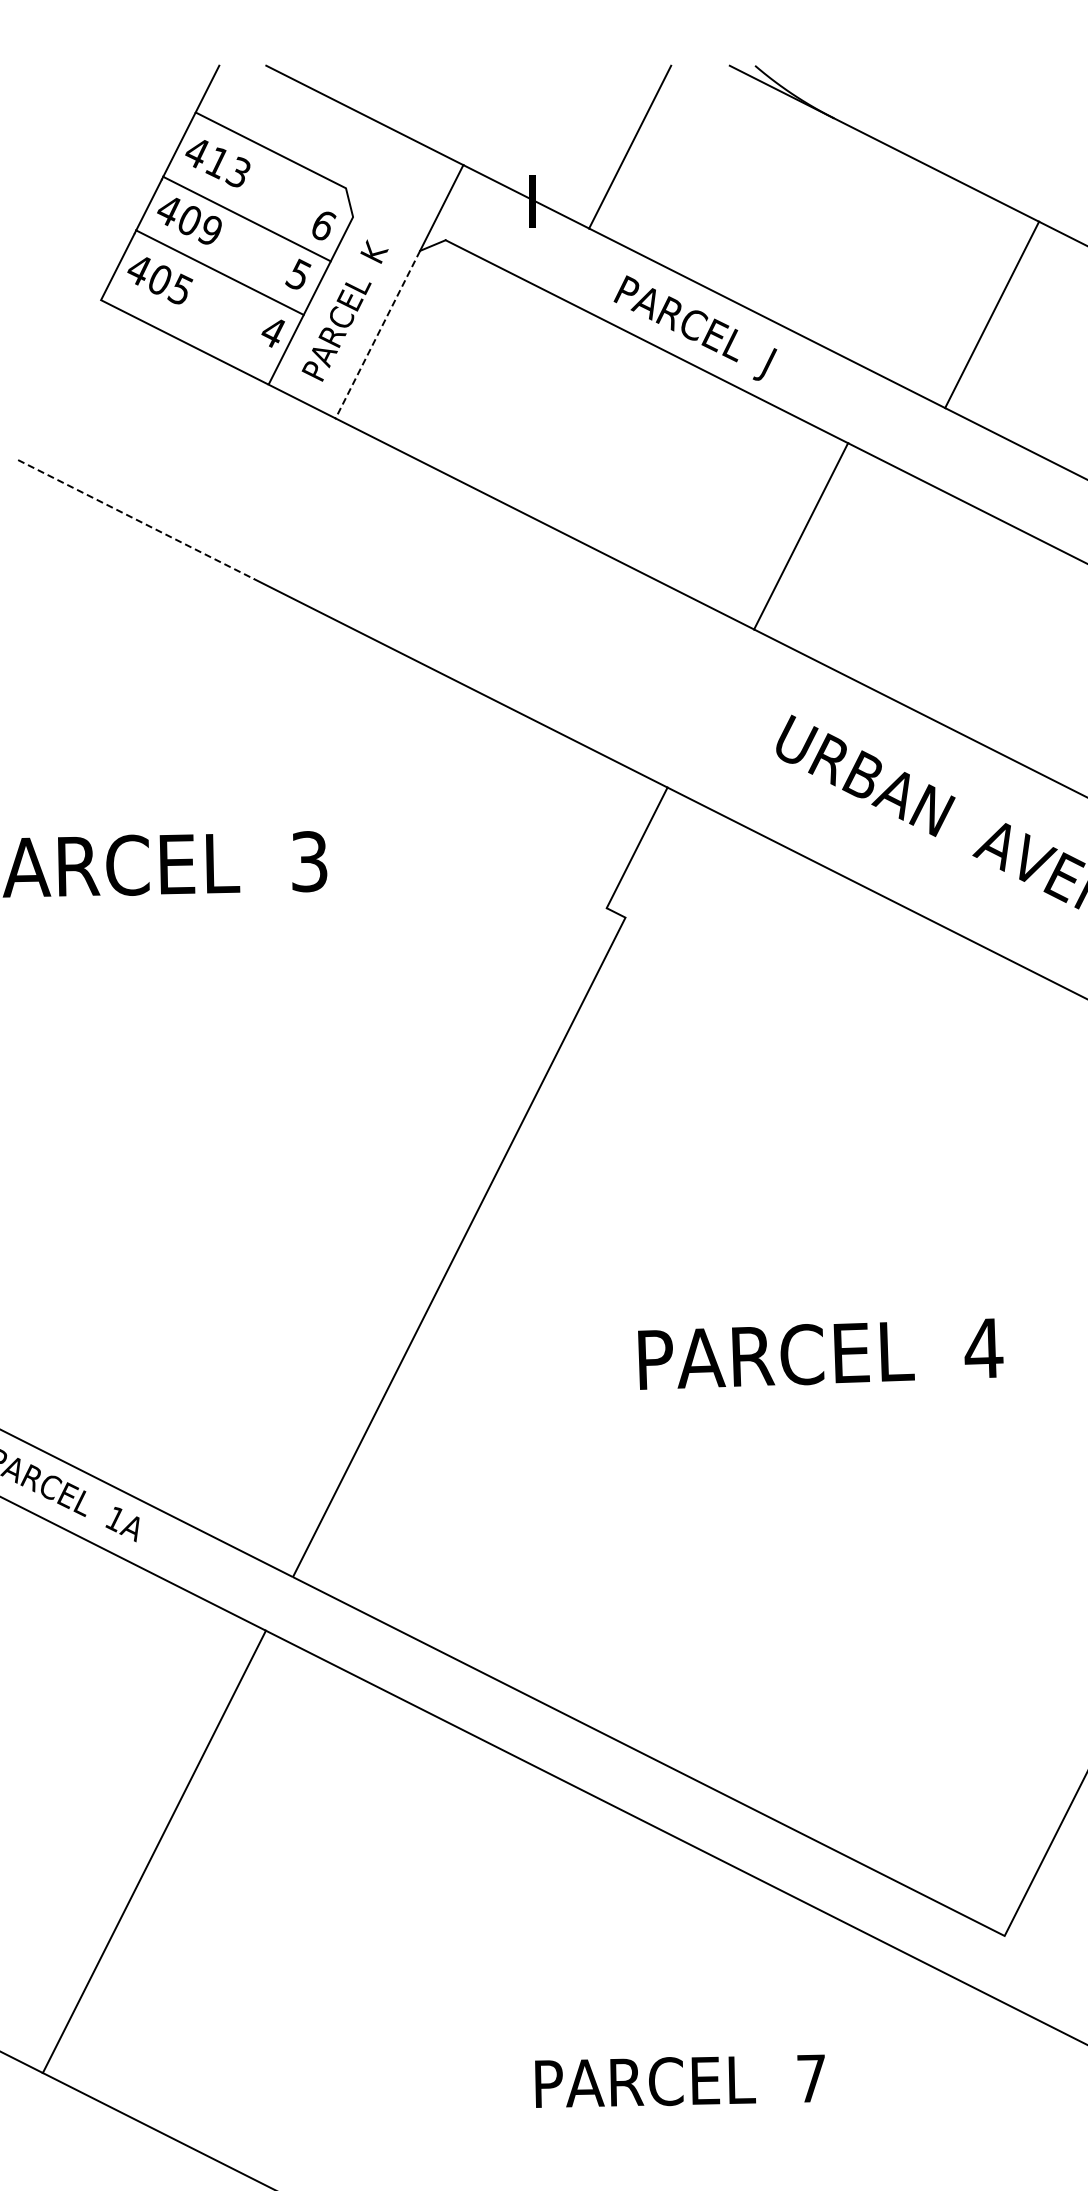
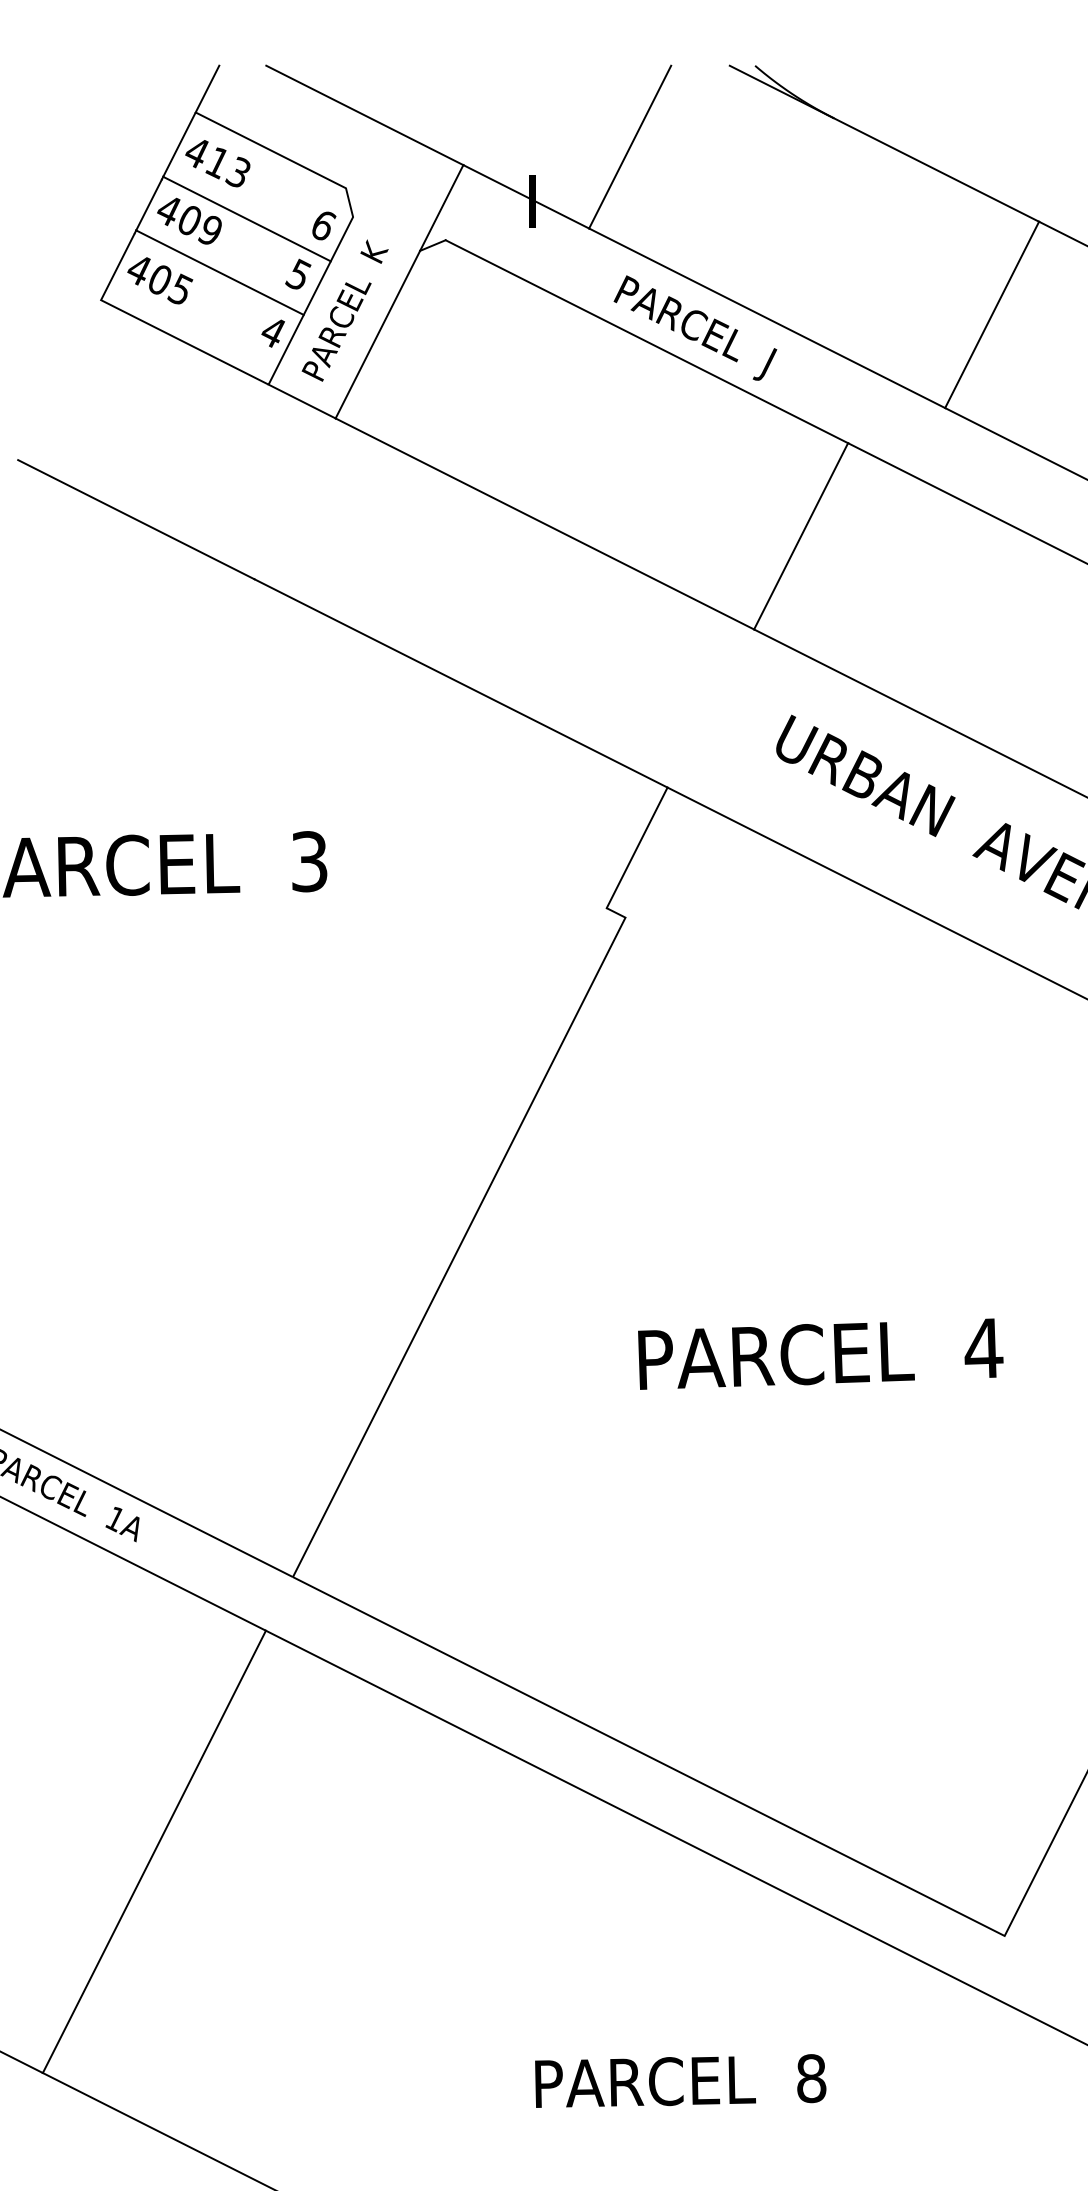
line at (377, 334): dashed -> solid
line at (136, 519): dashed -> solid
text at (811, 2078): 7 -> 8
